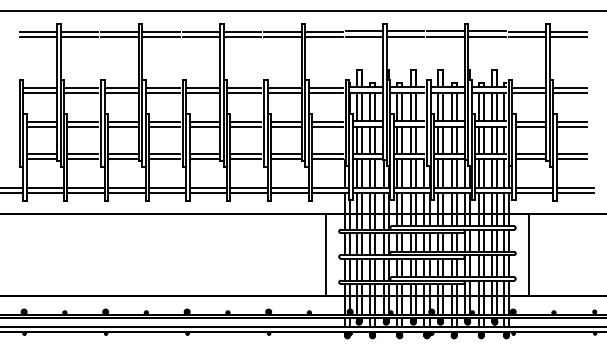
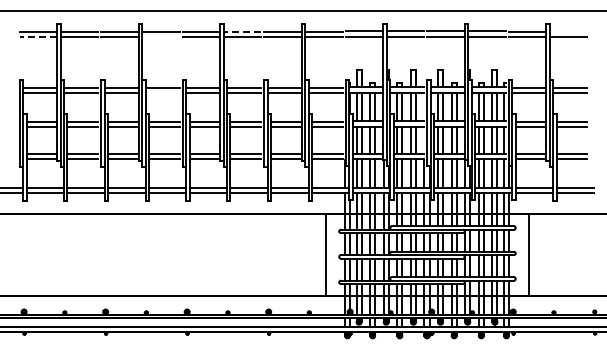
line at (242, 31): solid -> dashed
line at (568, 31): present -> none
line at (38, 36): solid -> dashed
line at (160, 36): present -> none
line at (162, 92): present -> none
